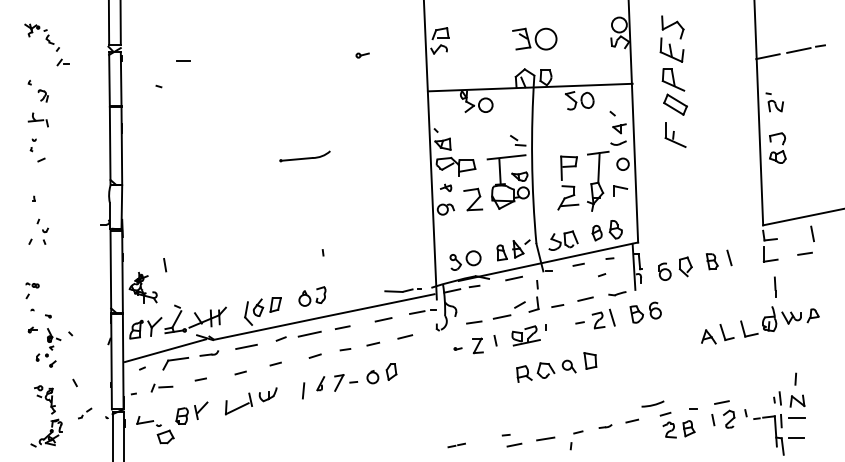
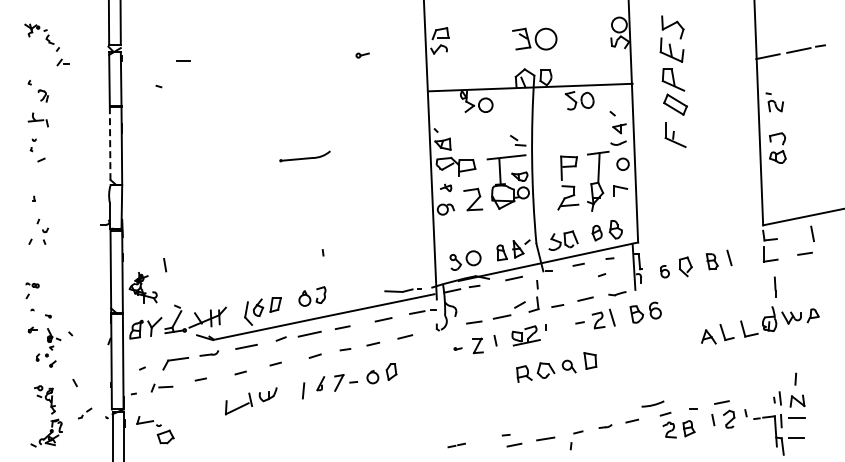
line at (110, 145): solid -> dashed
part at (664, 271) size: 14x19 px -> 10x14 px
line at (165, 350): present -> none
part at (191, 412): present -> none
